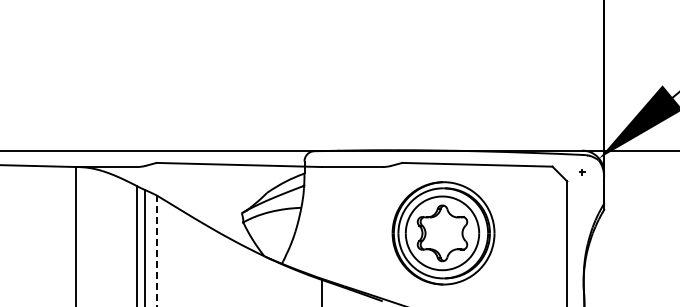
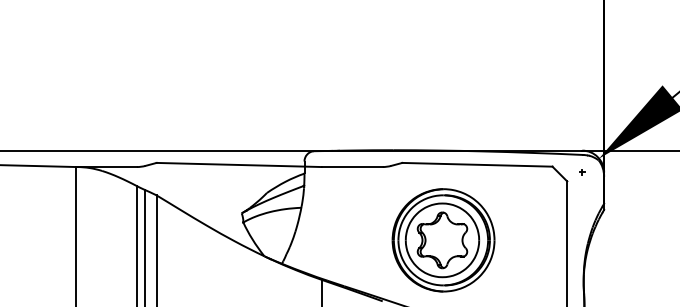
part at (443, 233) position: (443, 233) -> (443, 240)
line at (156, 251): dashed -> solid
